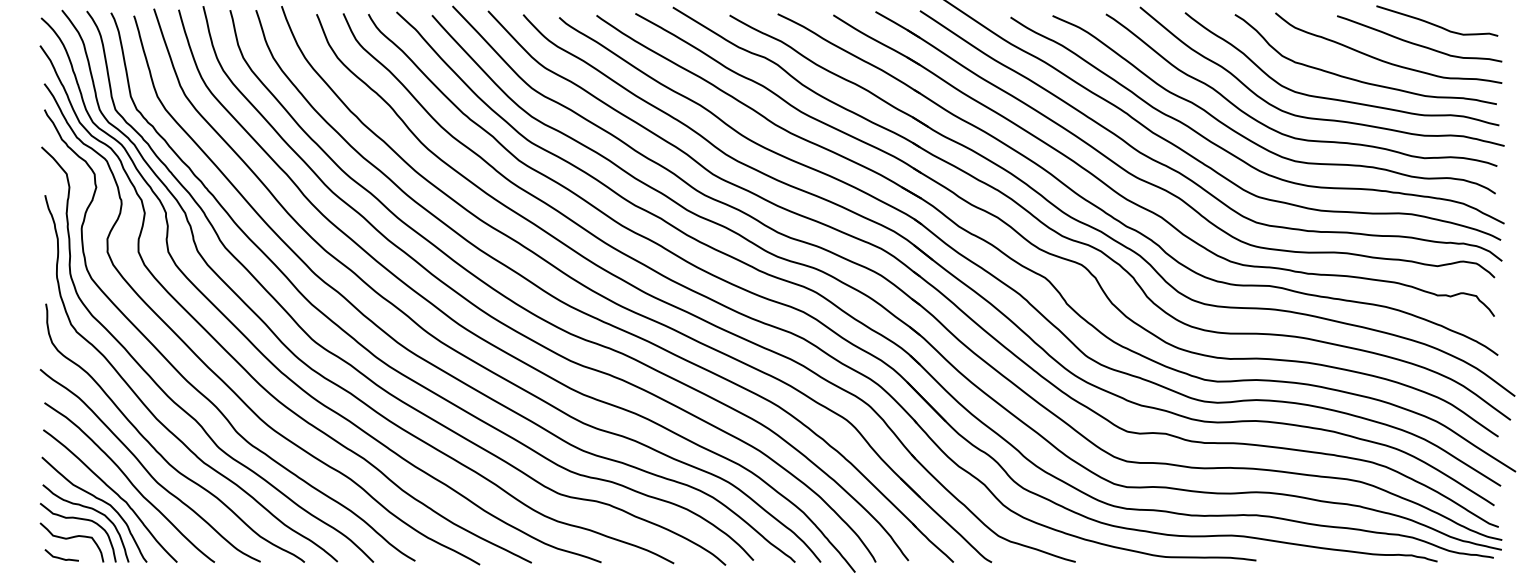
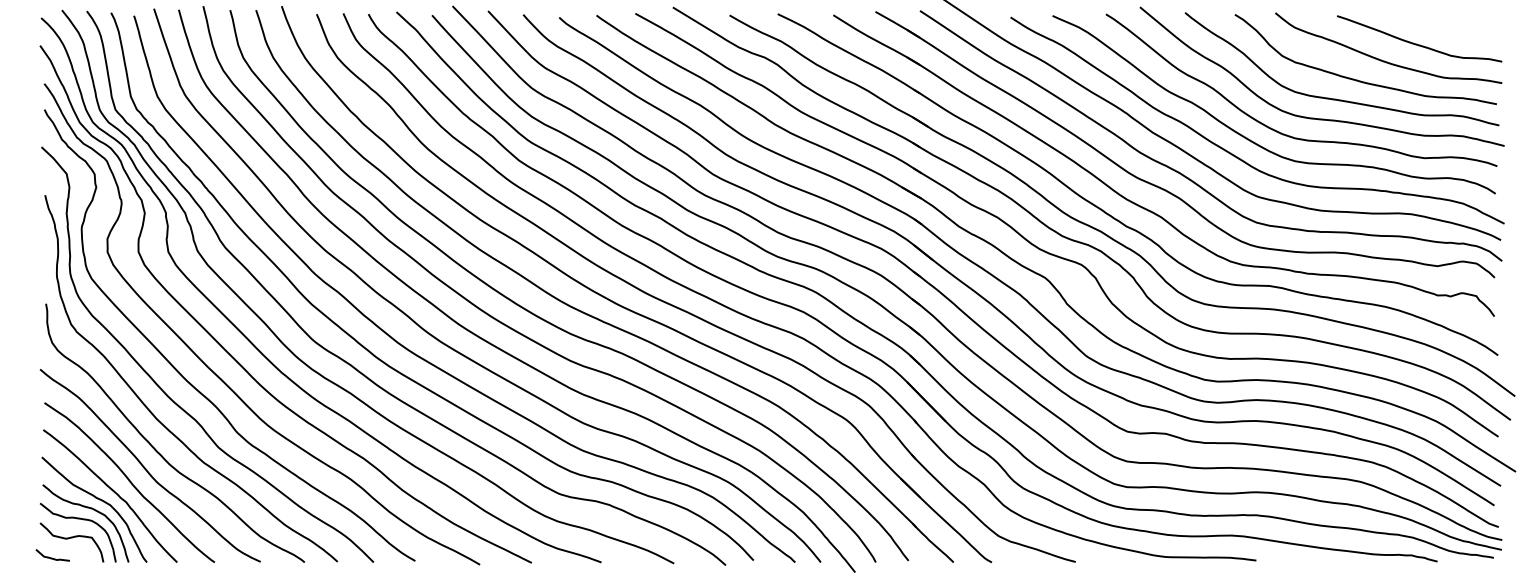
curve at (1436, 24): present -> none
curve at (61, 557) position: (61, 557) -> (52, 557)
